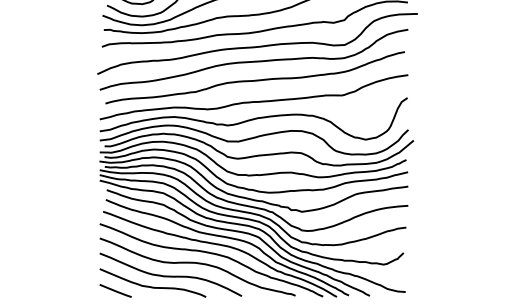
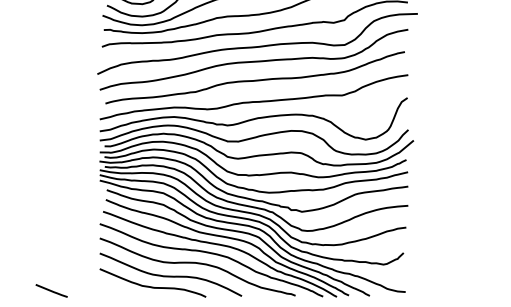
line at (115, 290) position: (115, 290) -> (51, 290)
